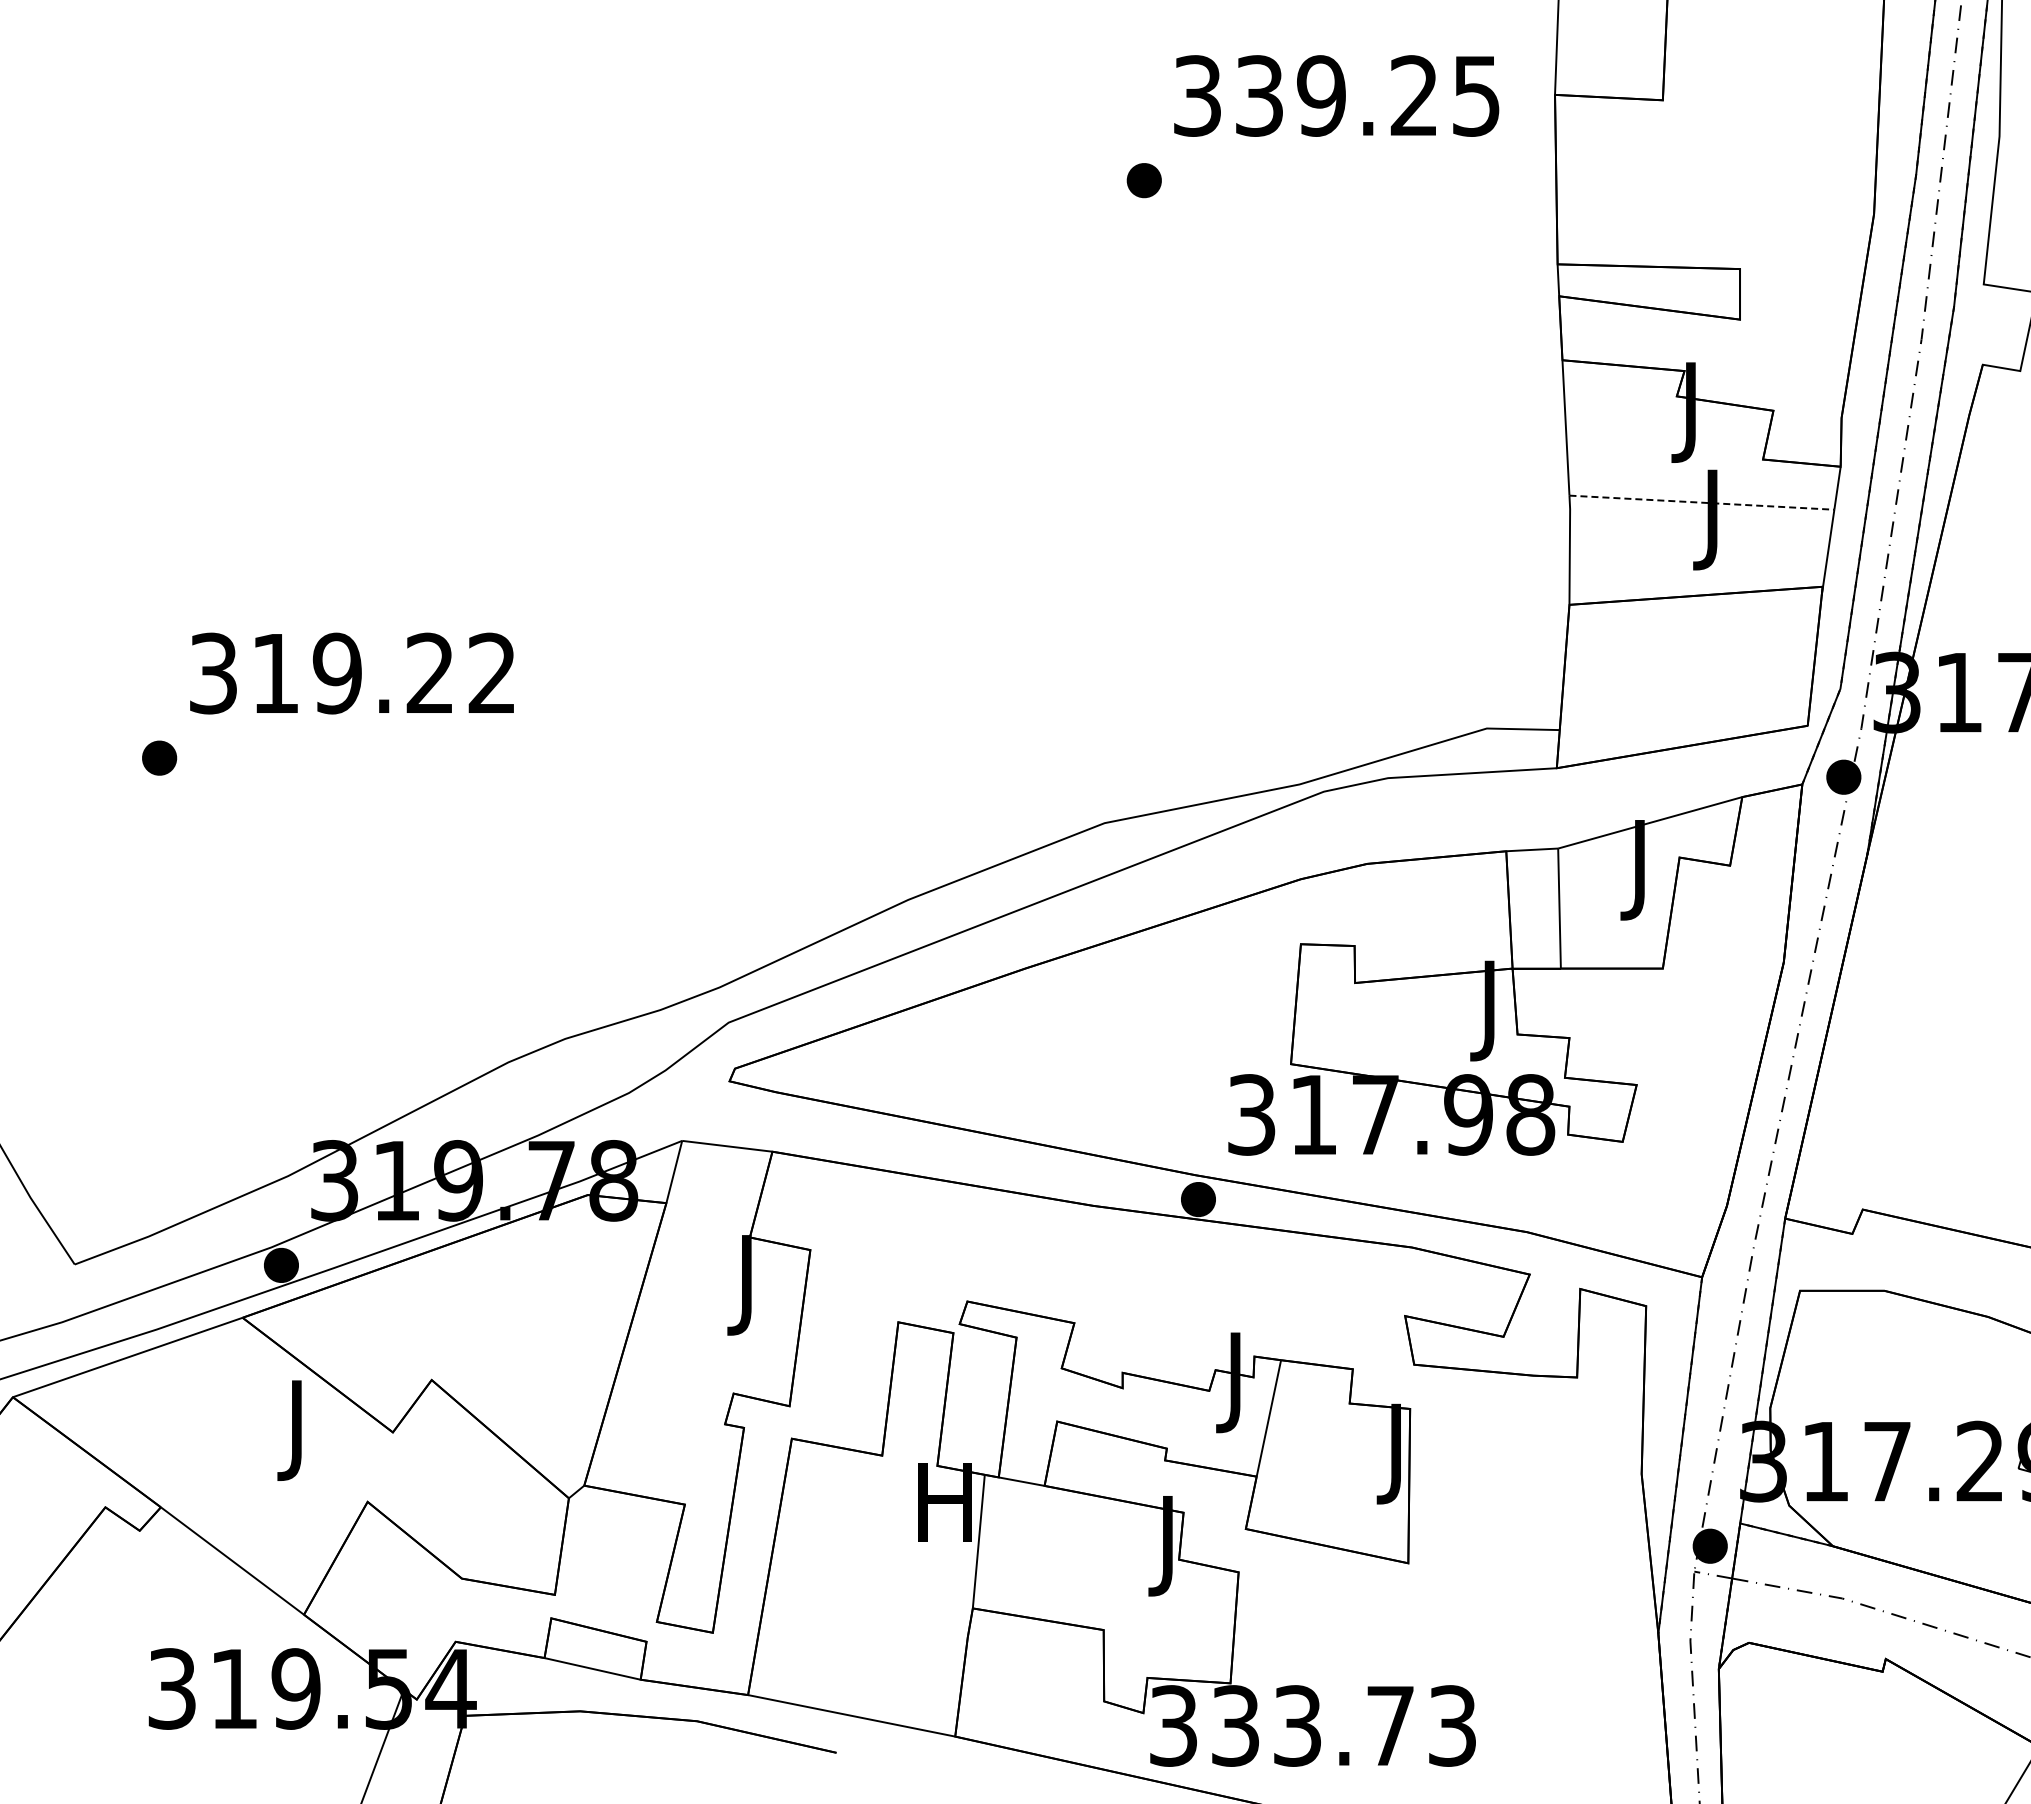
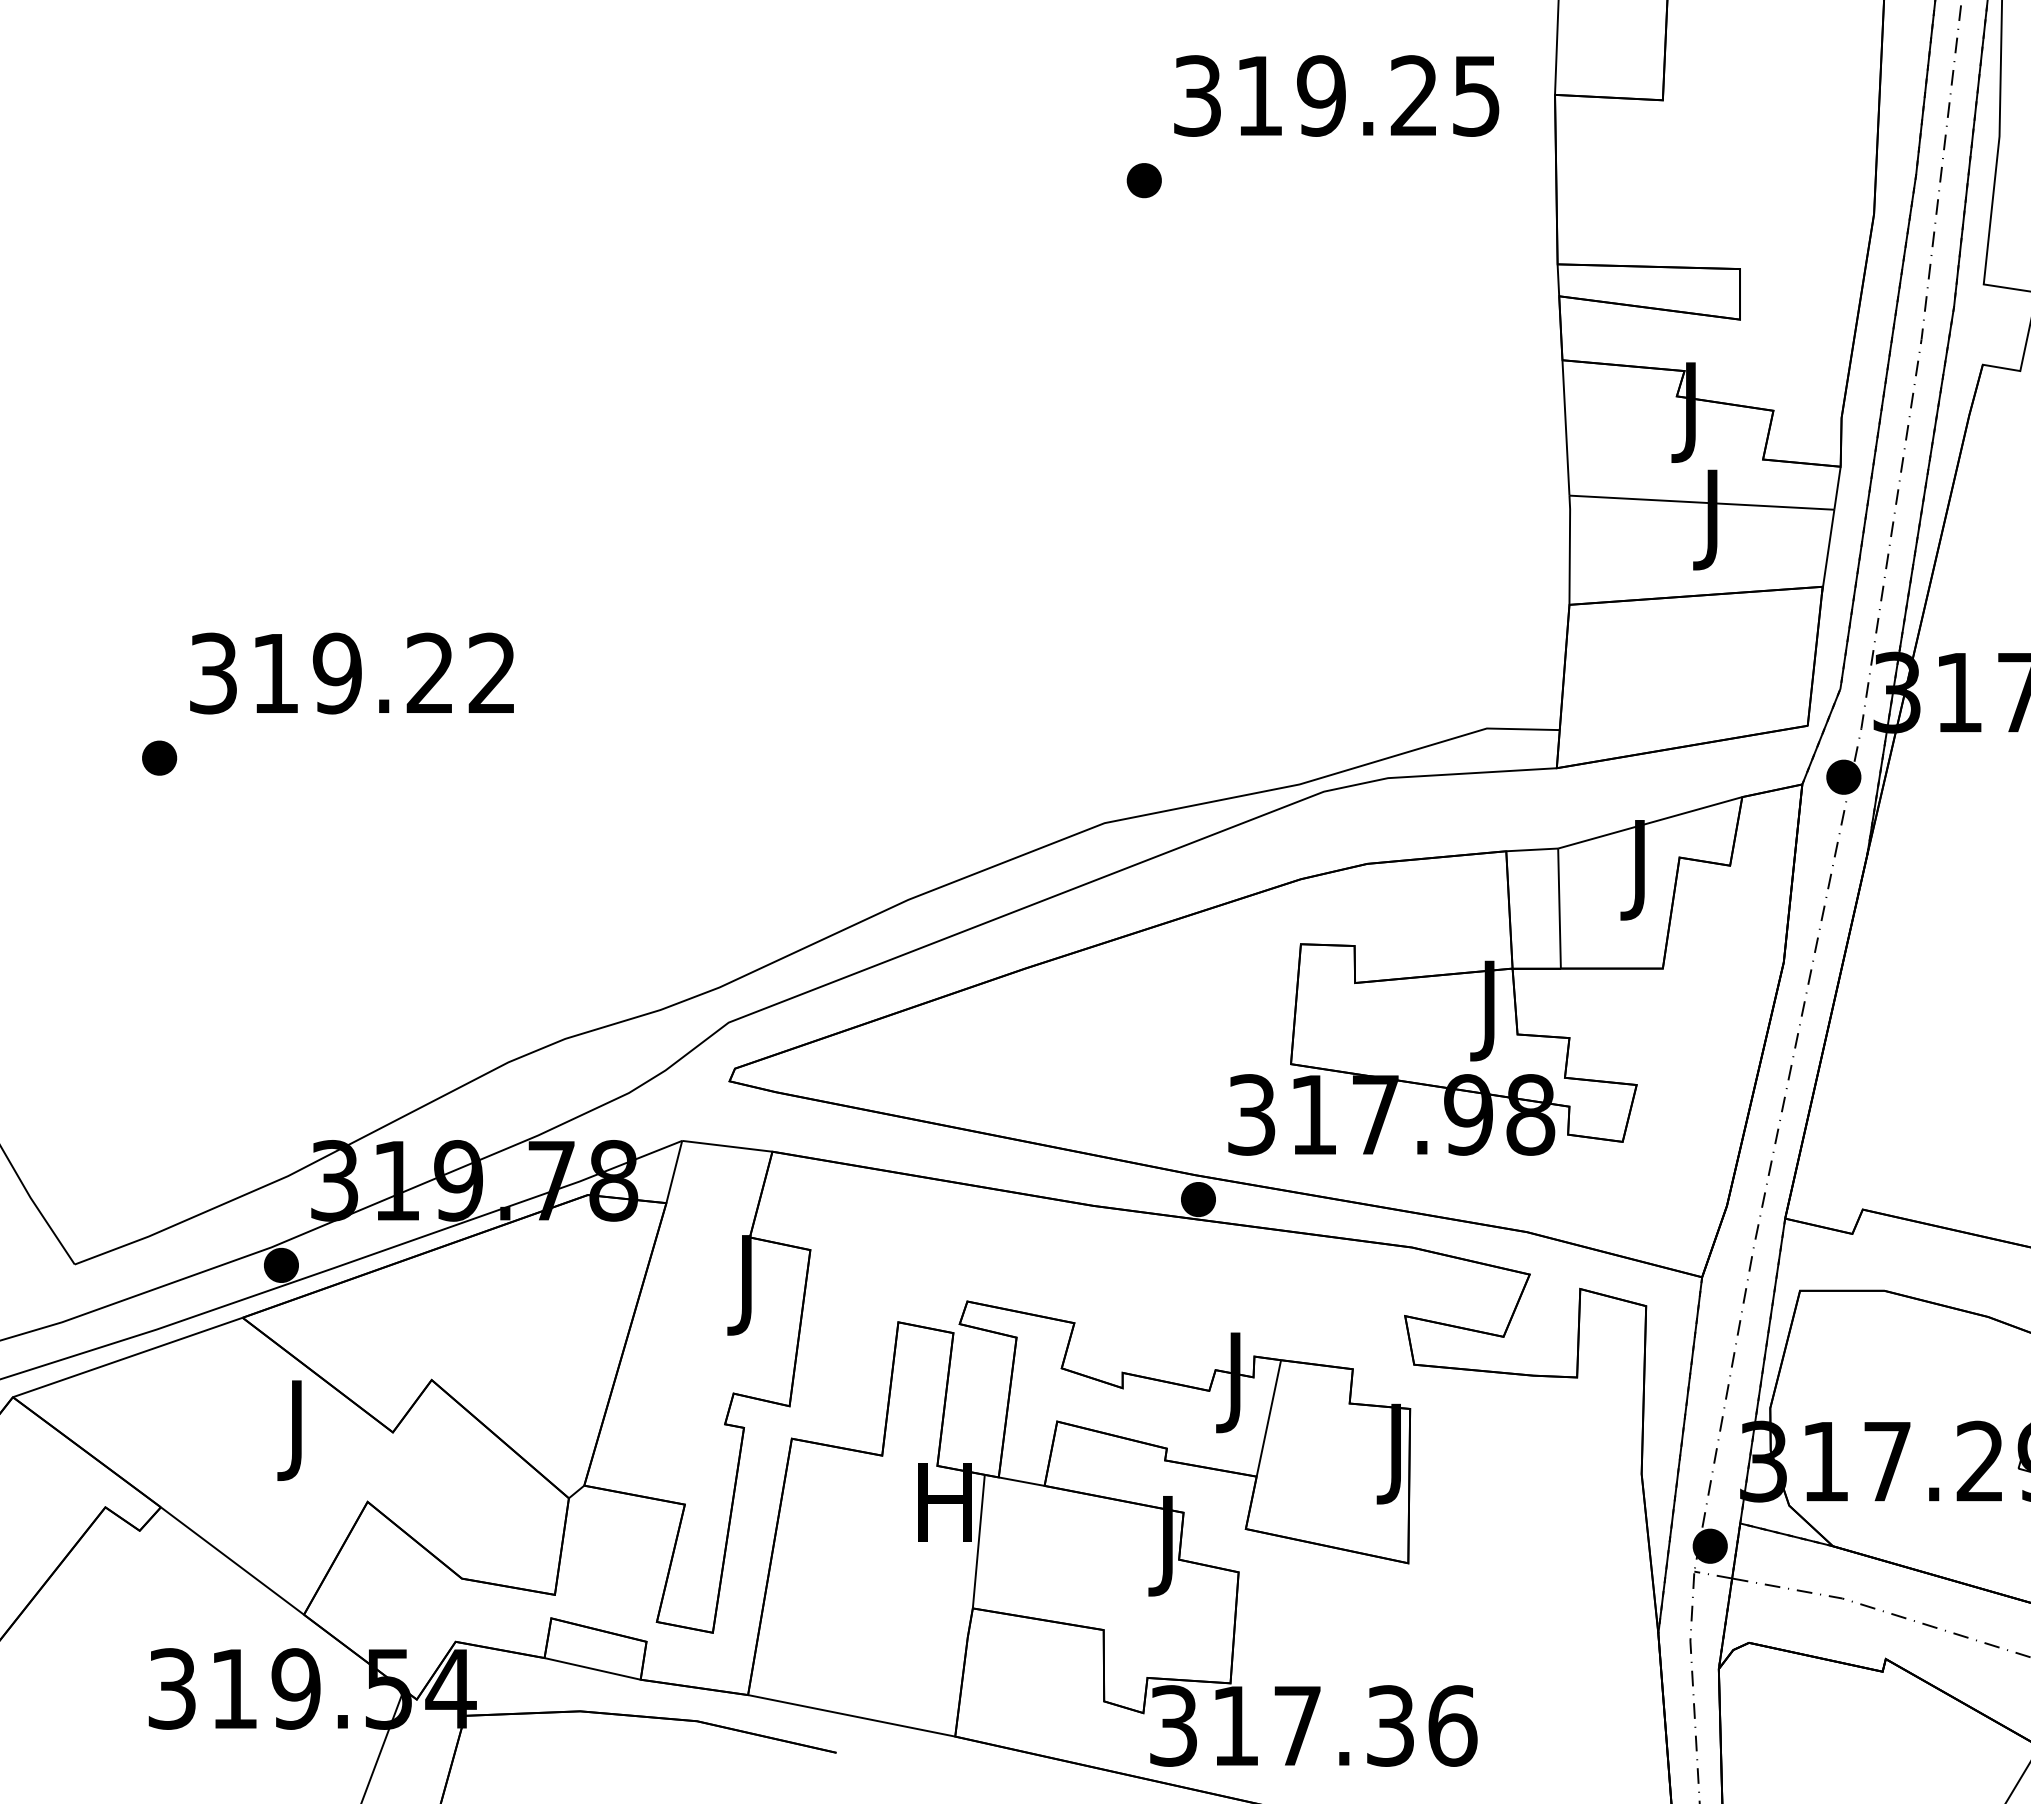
text at (1259, 95): 339.25 -> 319.25
line at (1701, 502): dashed -> solid
text at (1344, 1725): 333.73 -> 317.36
